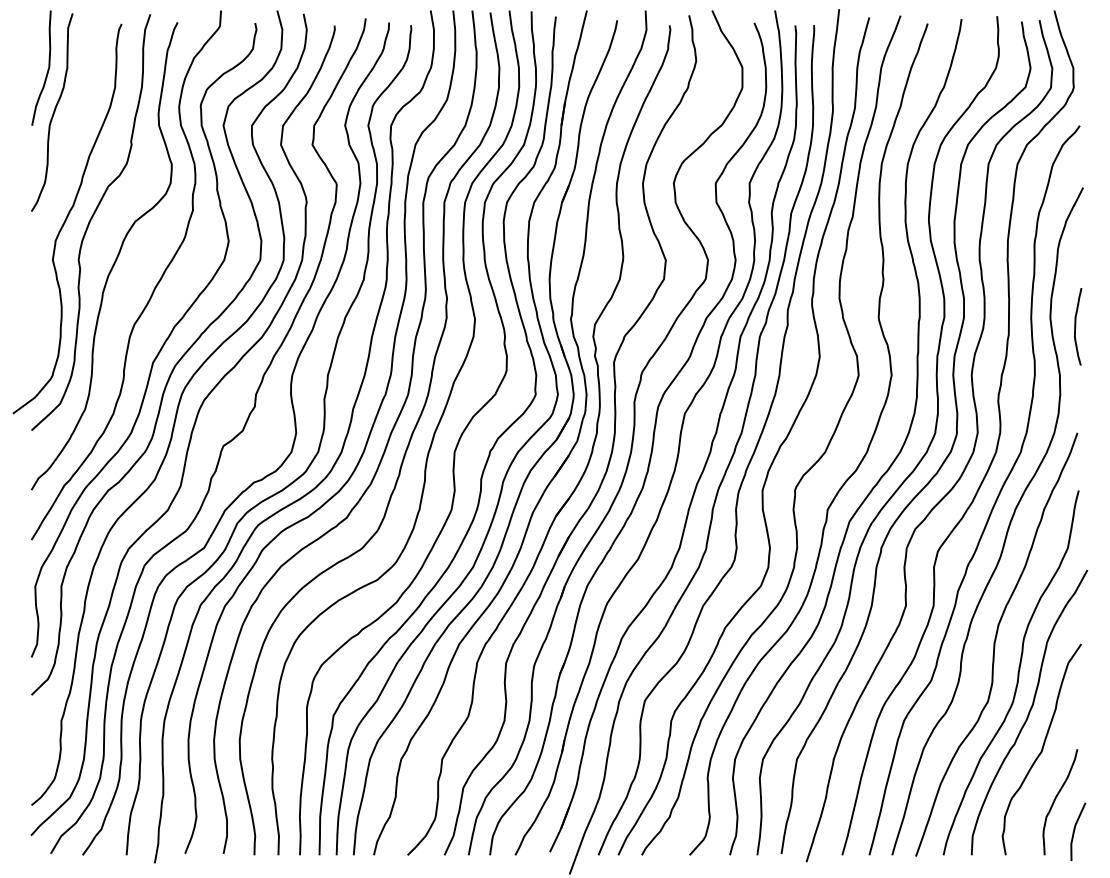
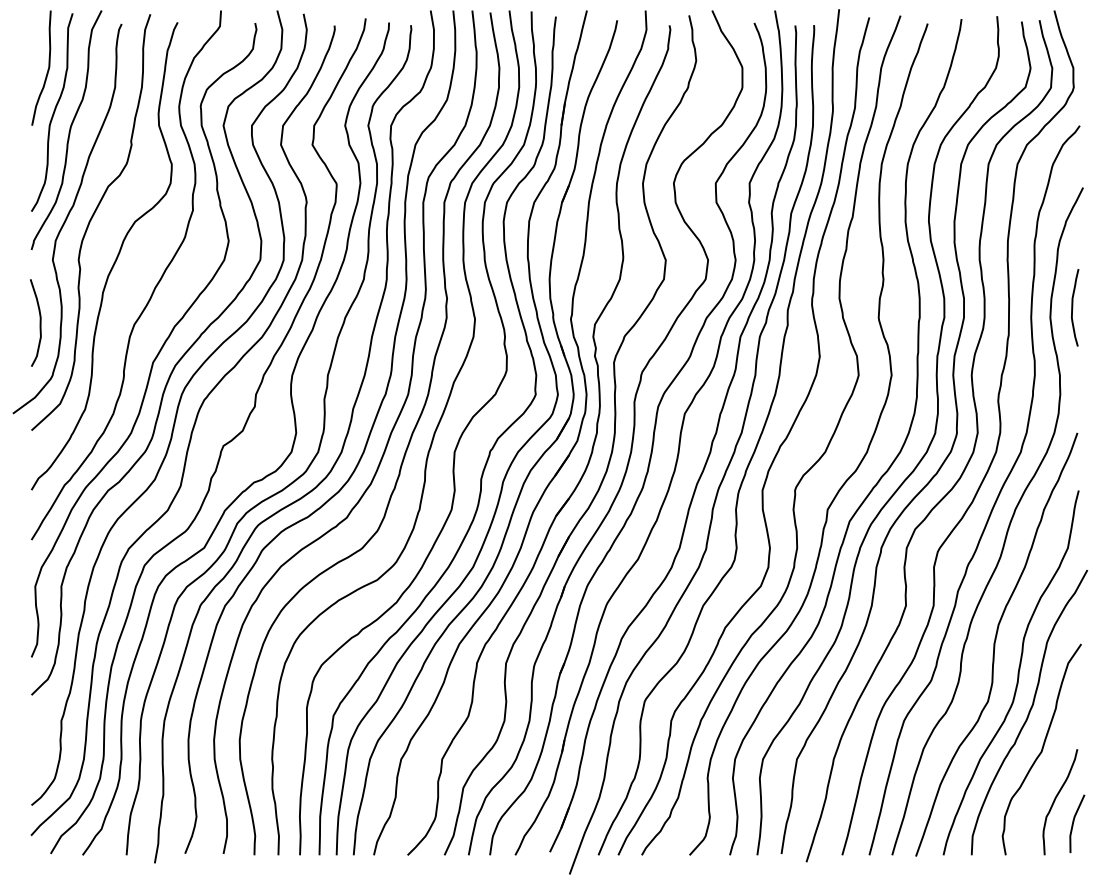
curve at (68, 131): none -> present
curve at (39, 322): none -> present
curve at (1076, 326) position: (1076, 326) -> (1073, 307)
line at (1075, 830) position: (1075, 830) -> (1074, 822)
